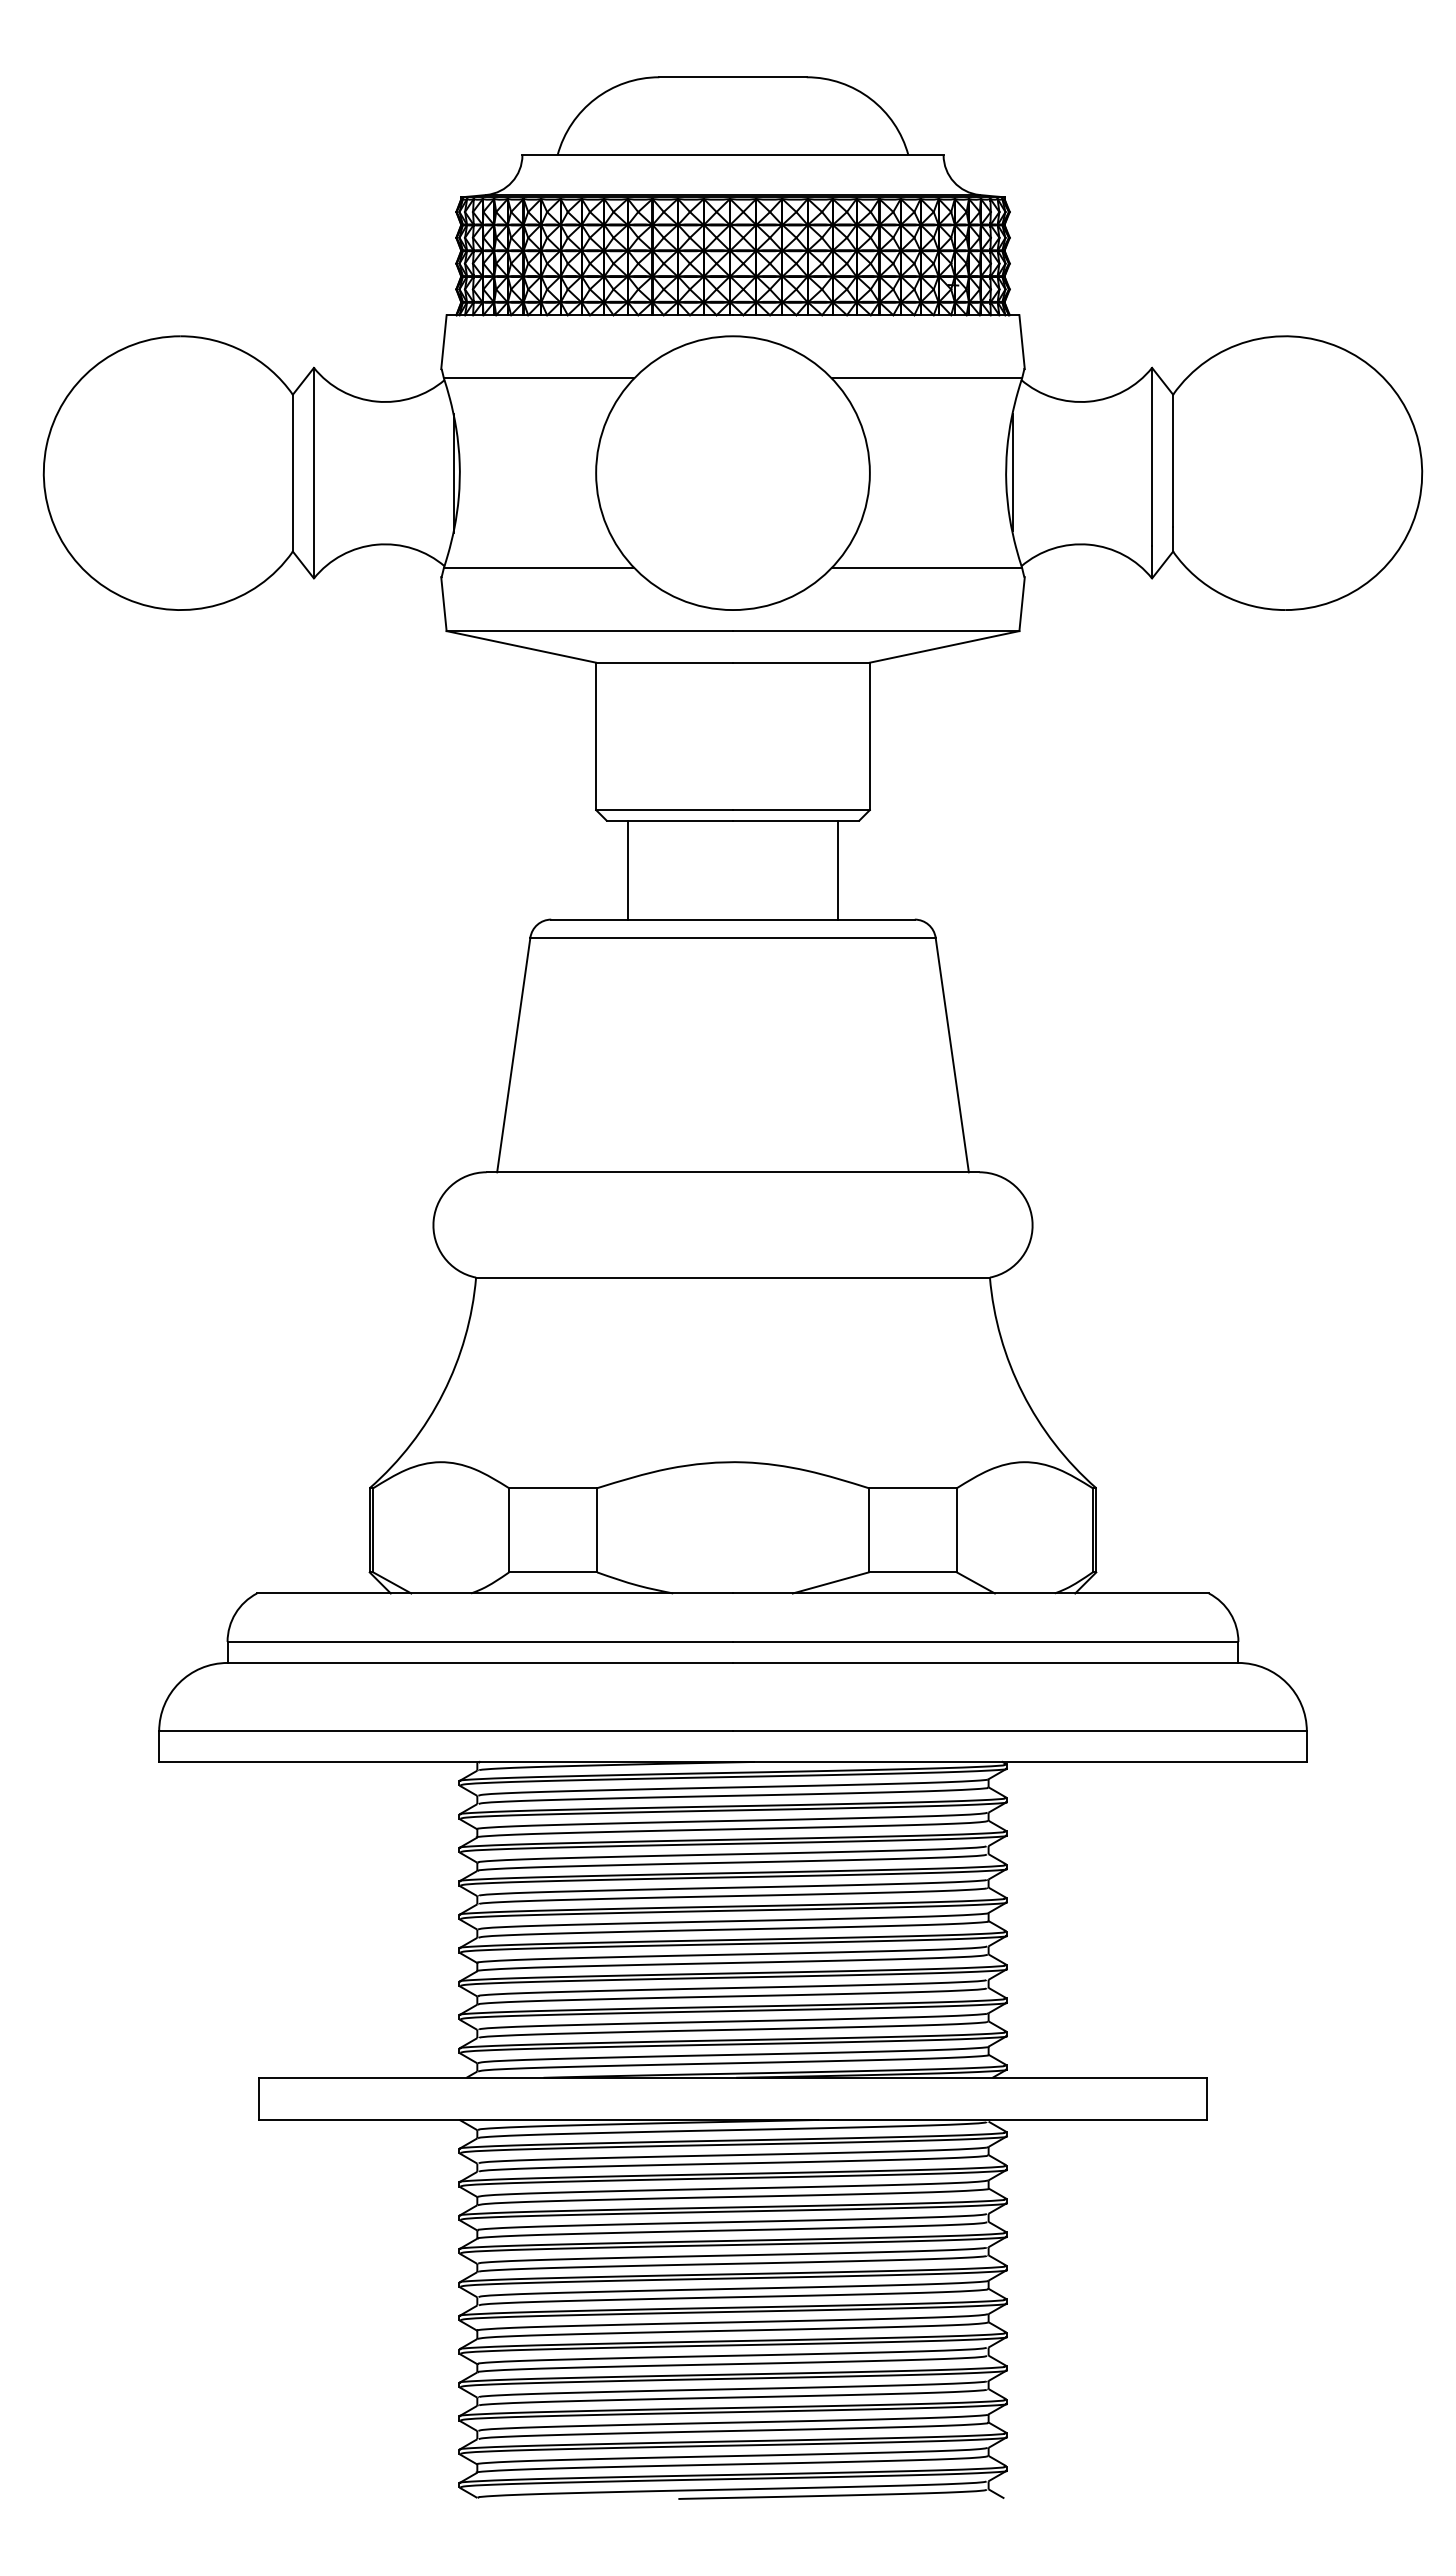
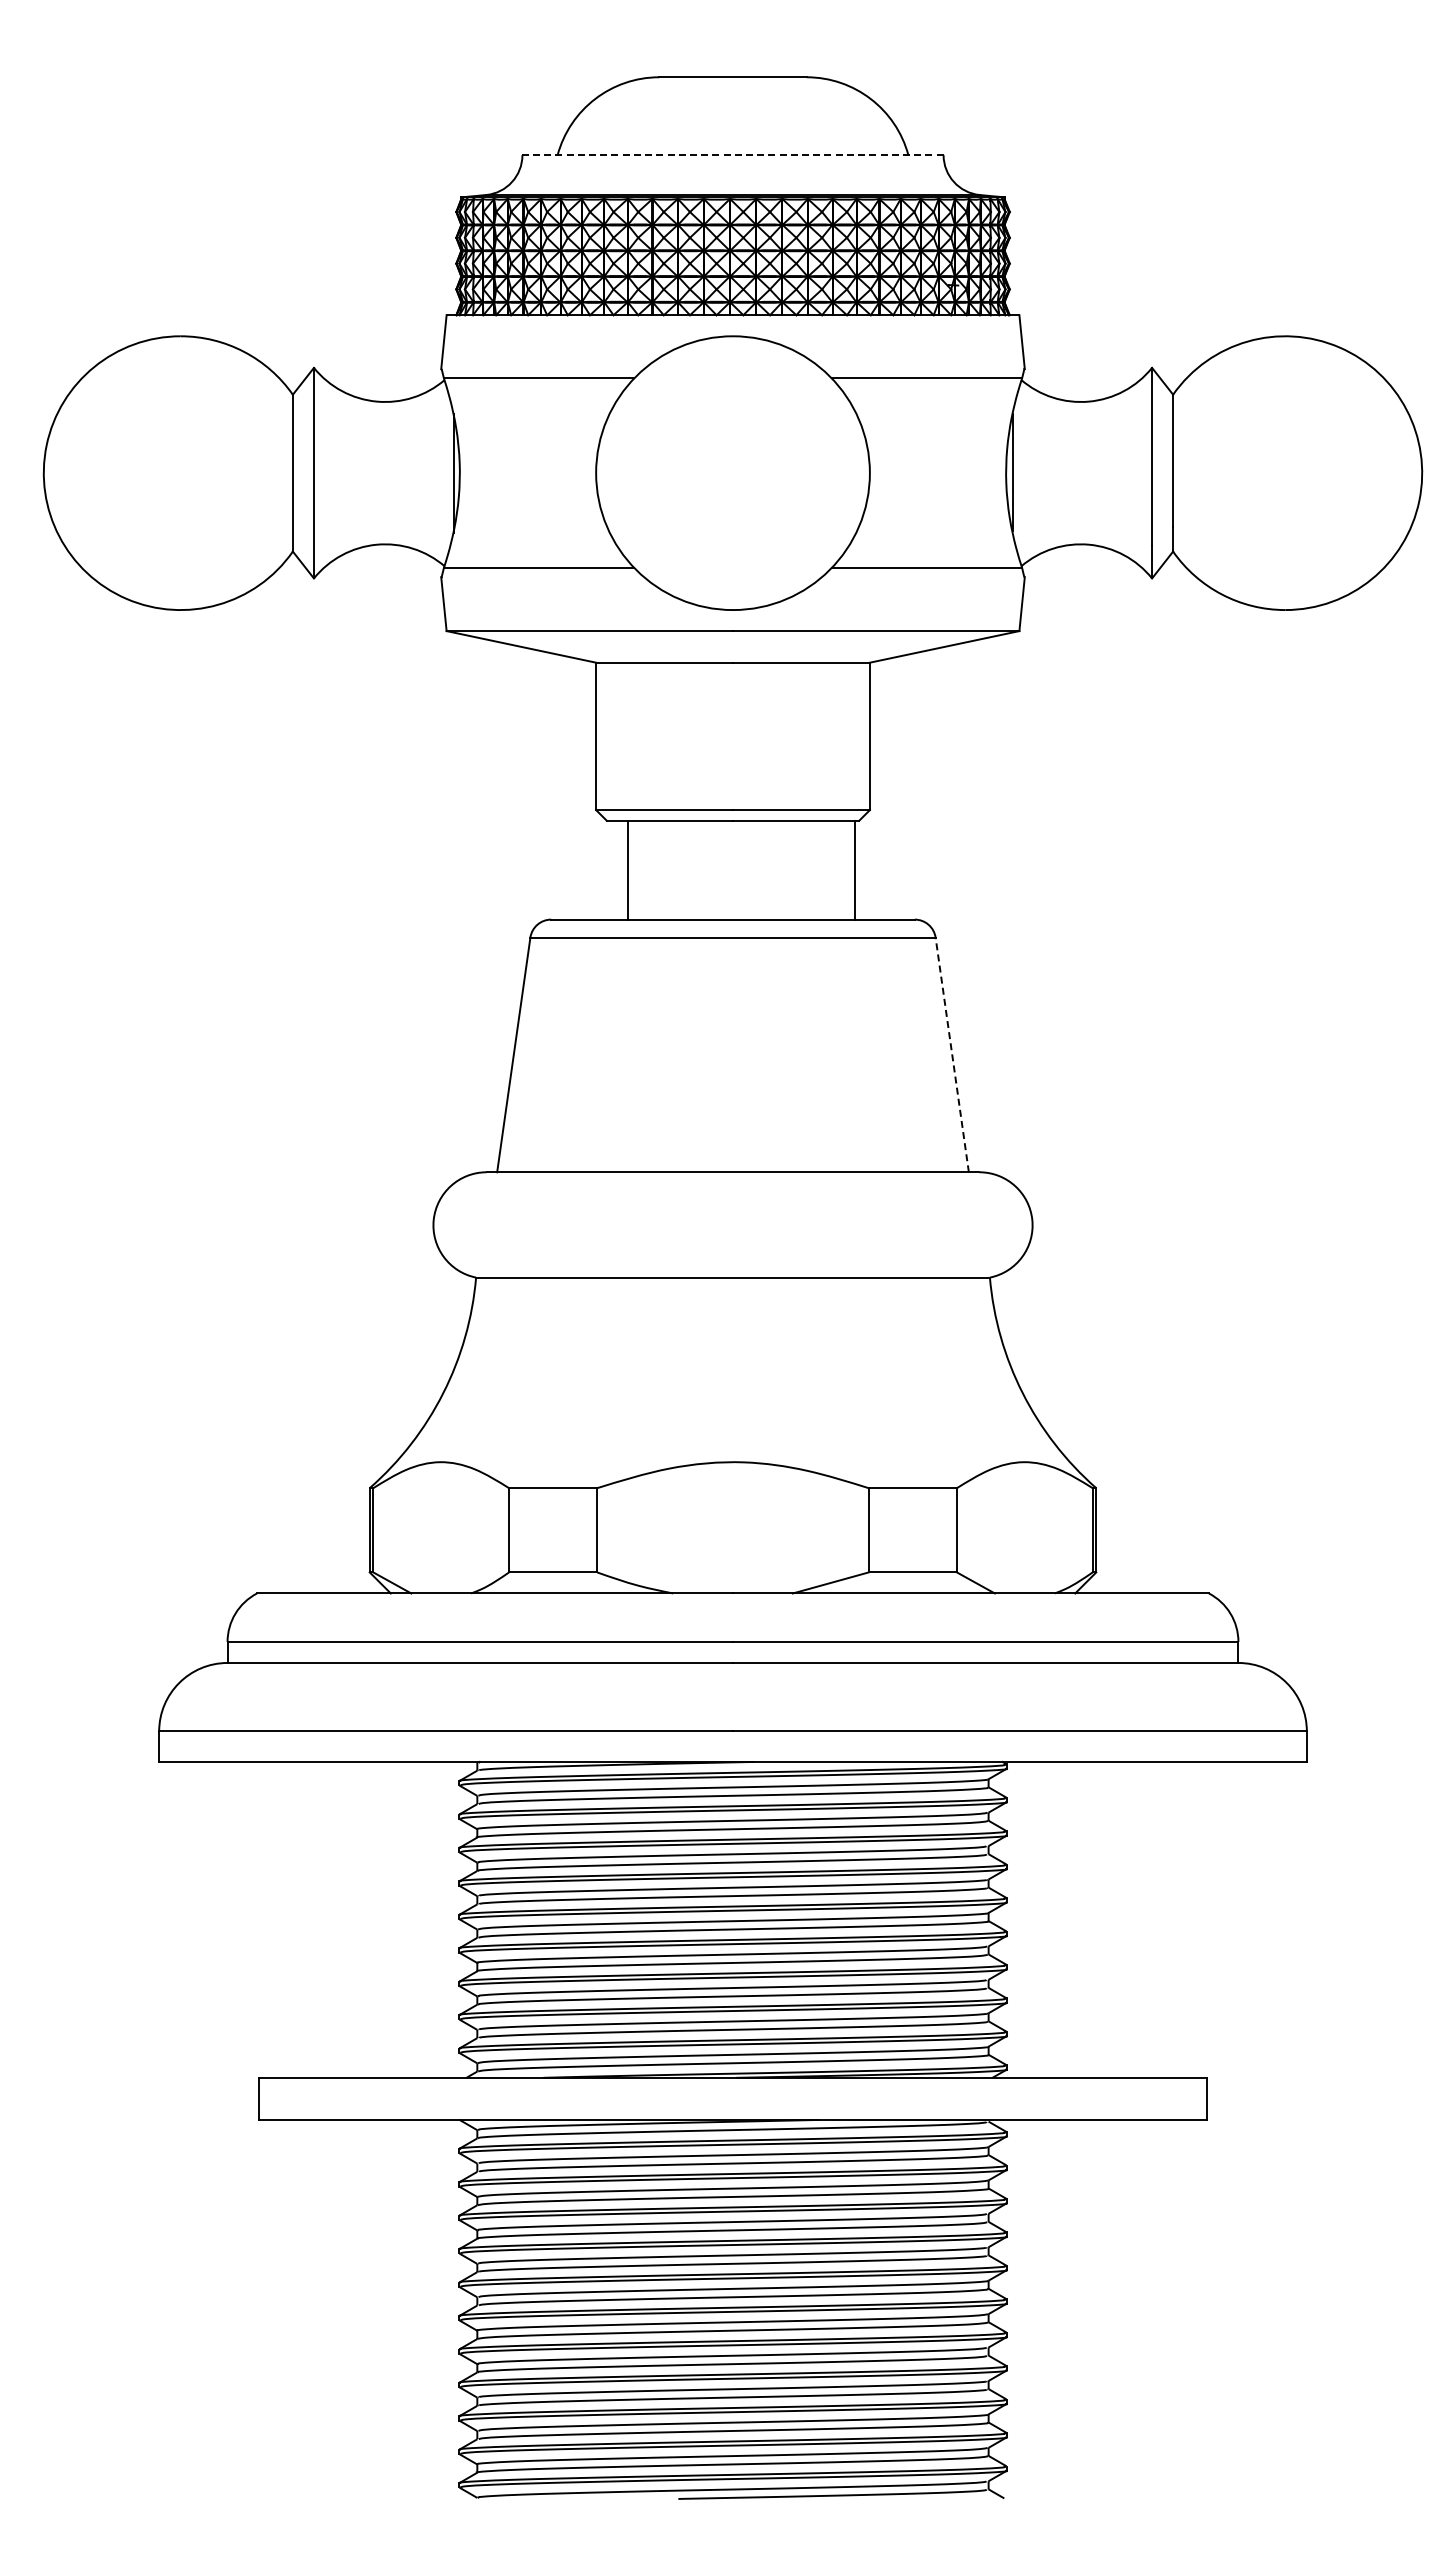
line at (733, 155): solid -> dashed
line at (838, 869) position: (838, 869) -> (855, 869)
line at (952, 1054): solid -> dashed
